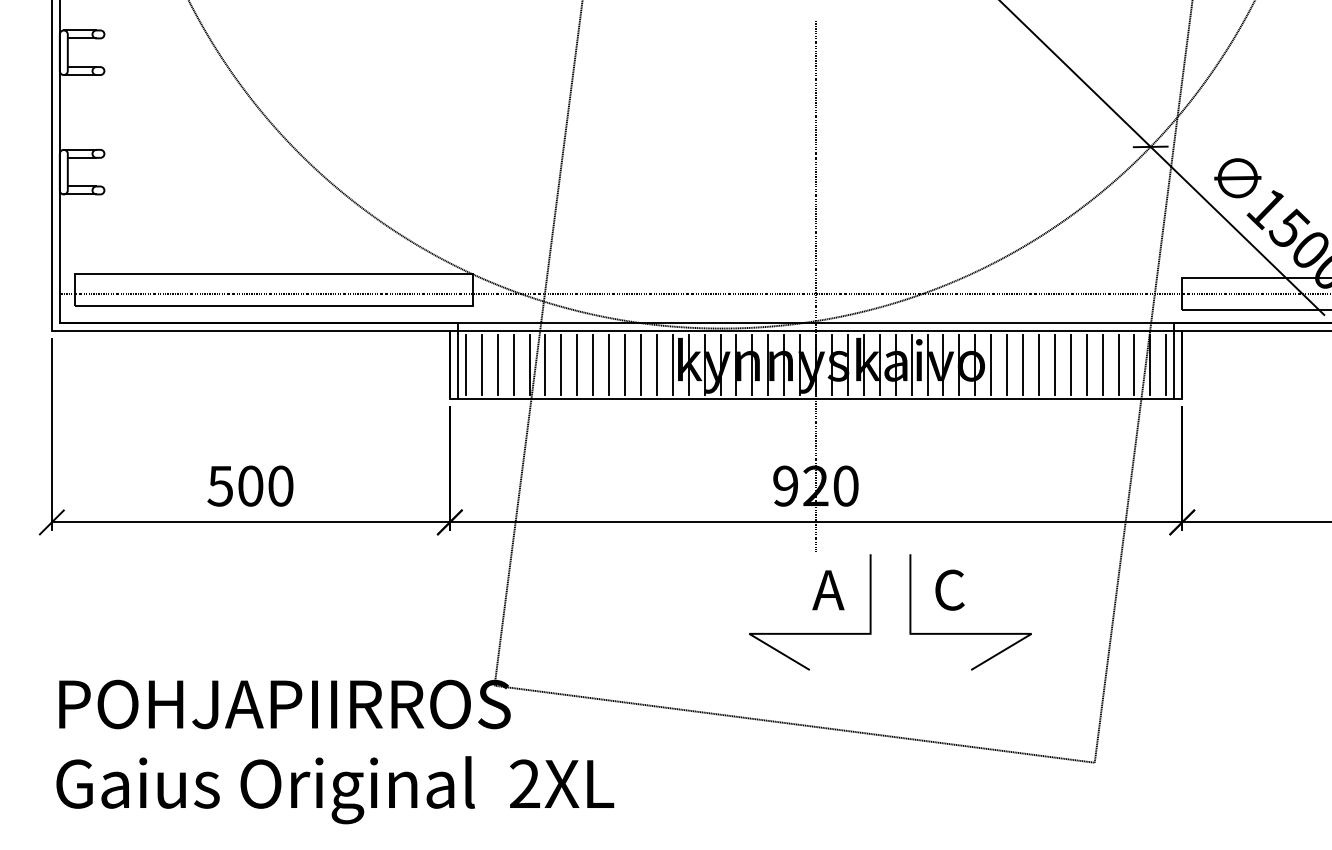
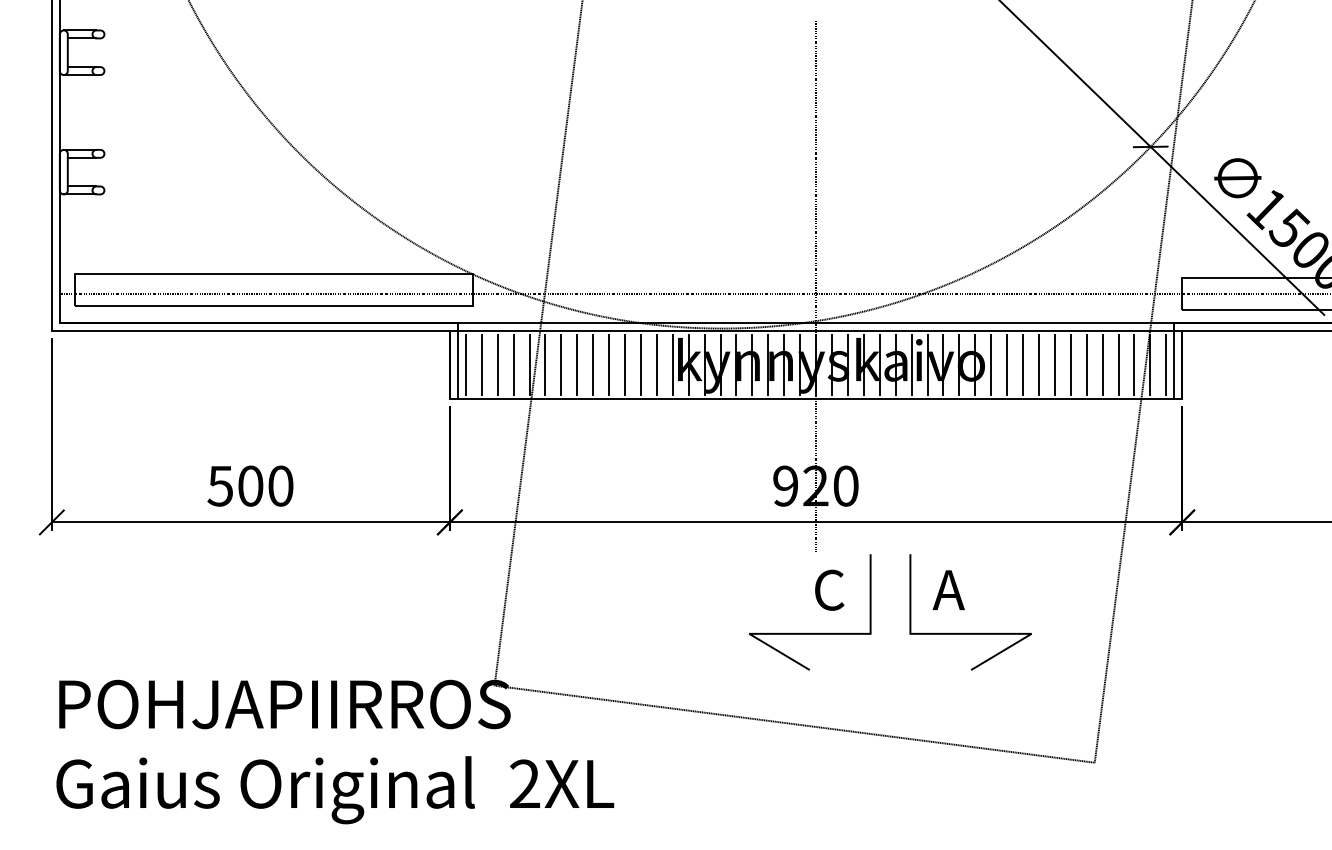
text at (828, 589): A -> C
text at (948, 589): C -> A
